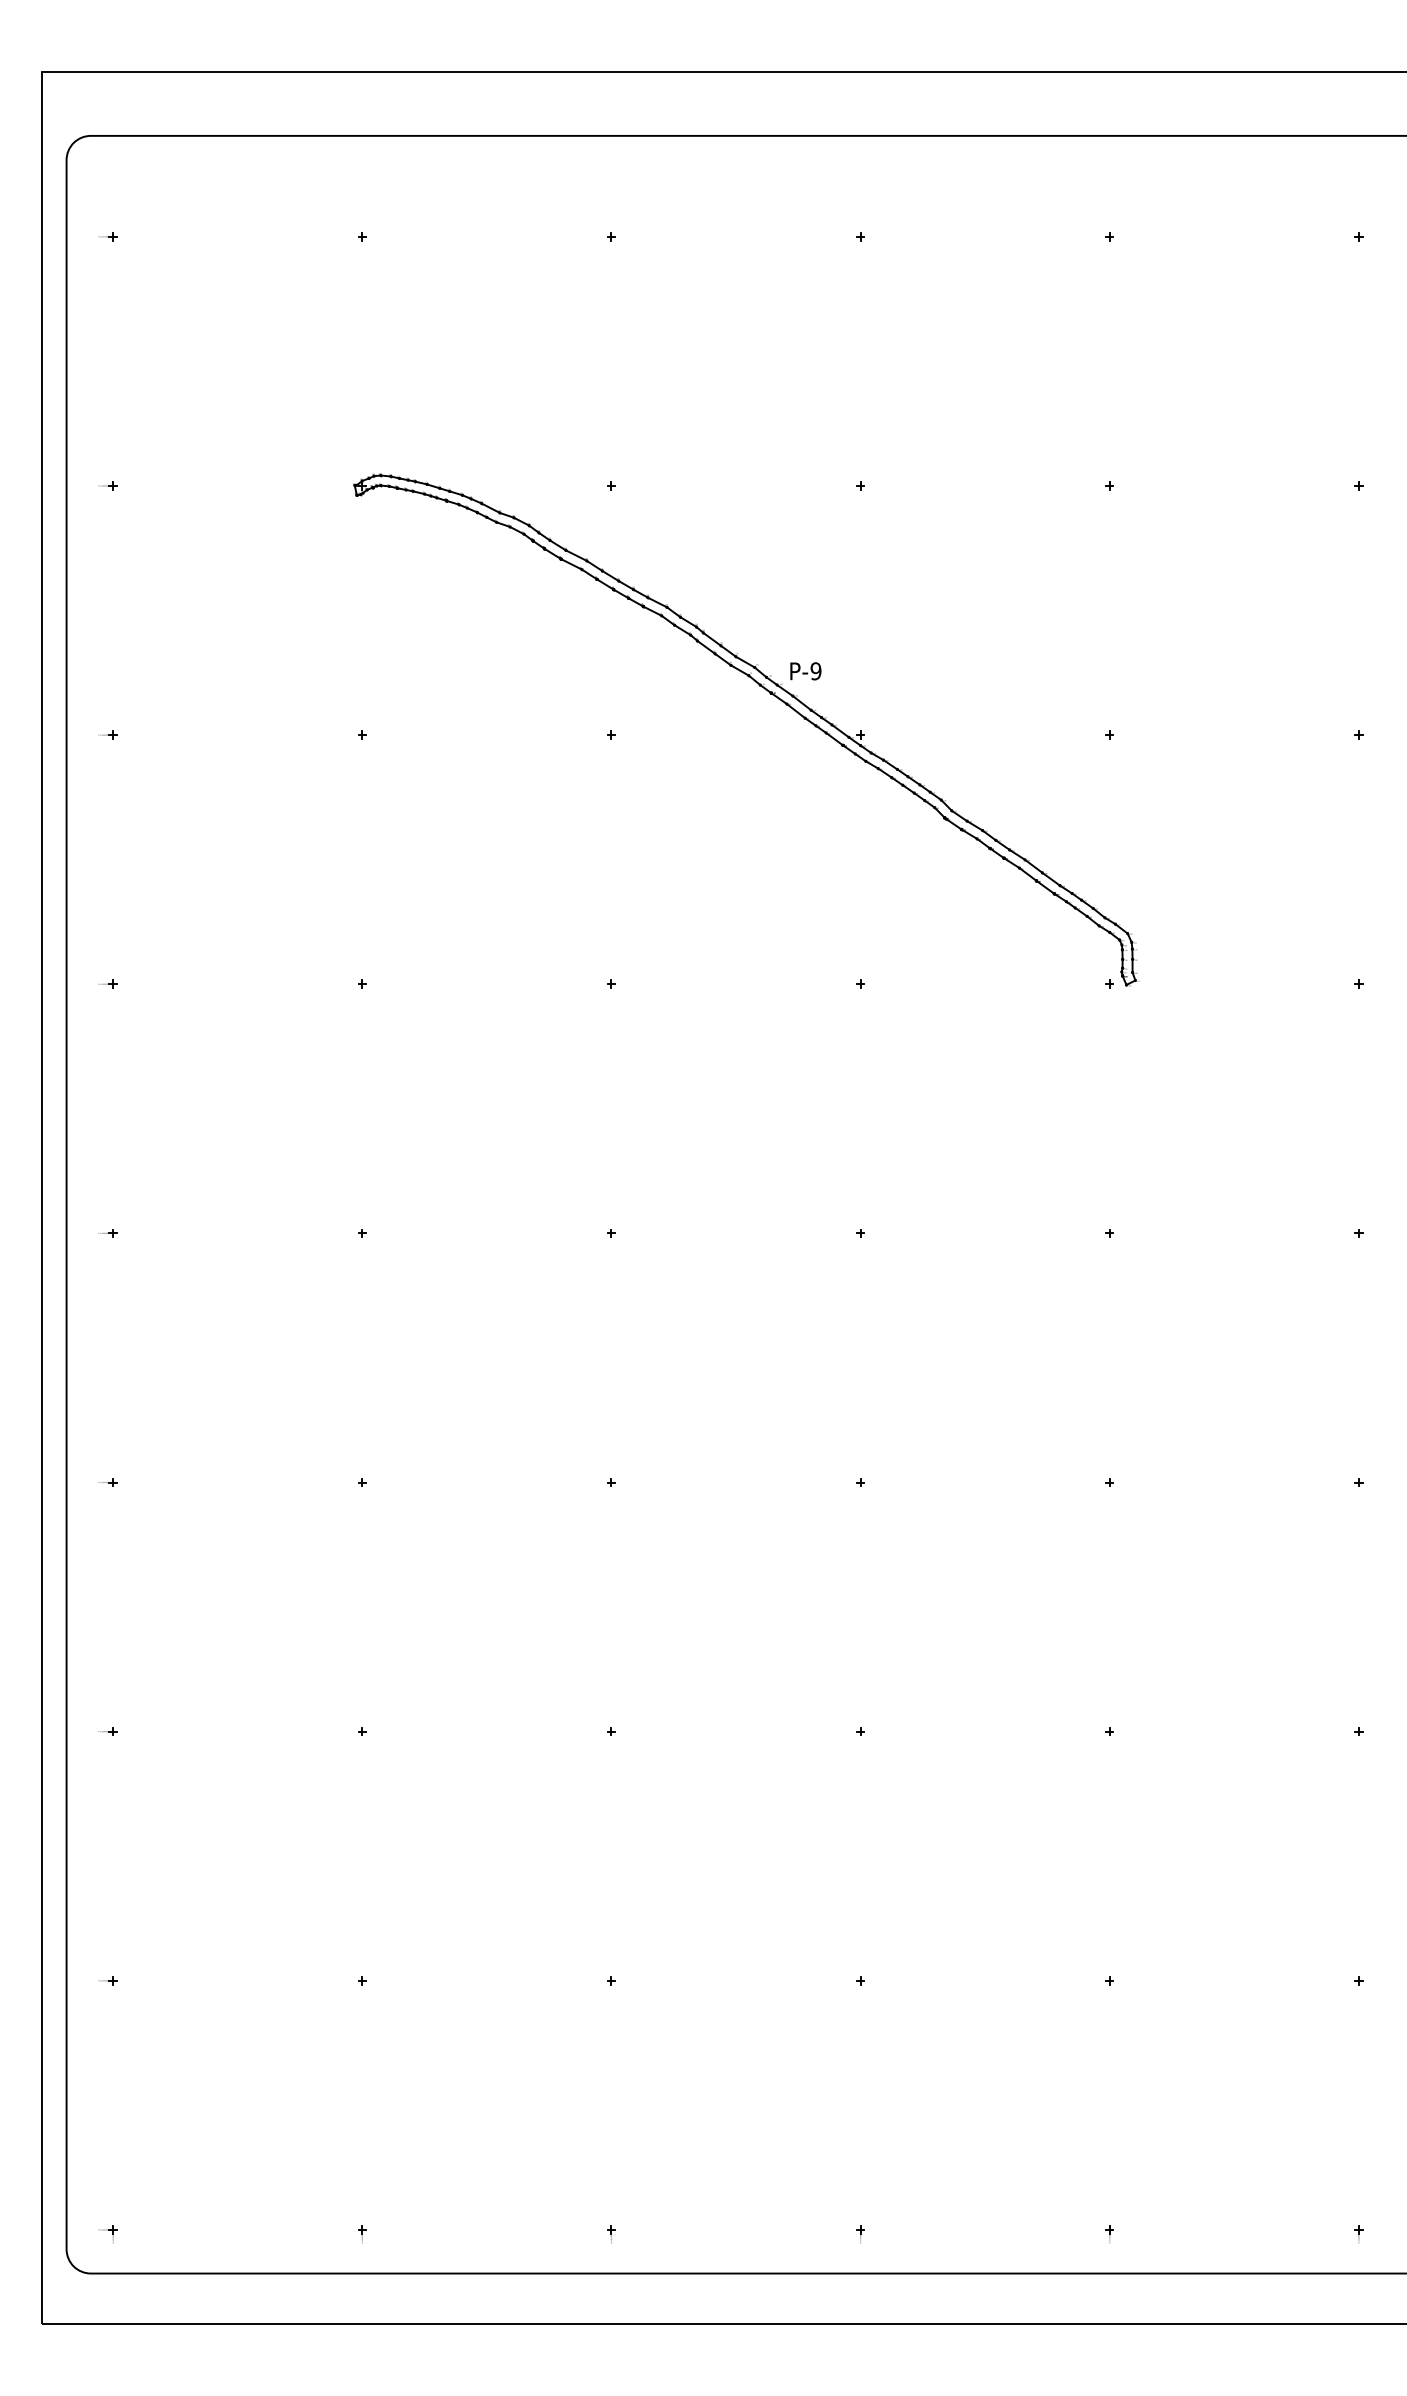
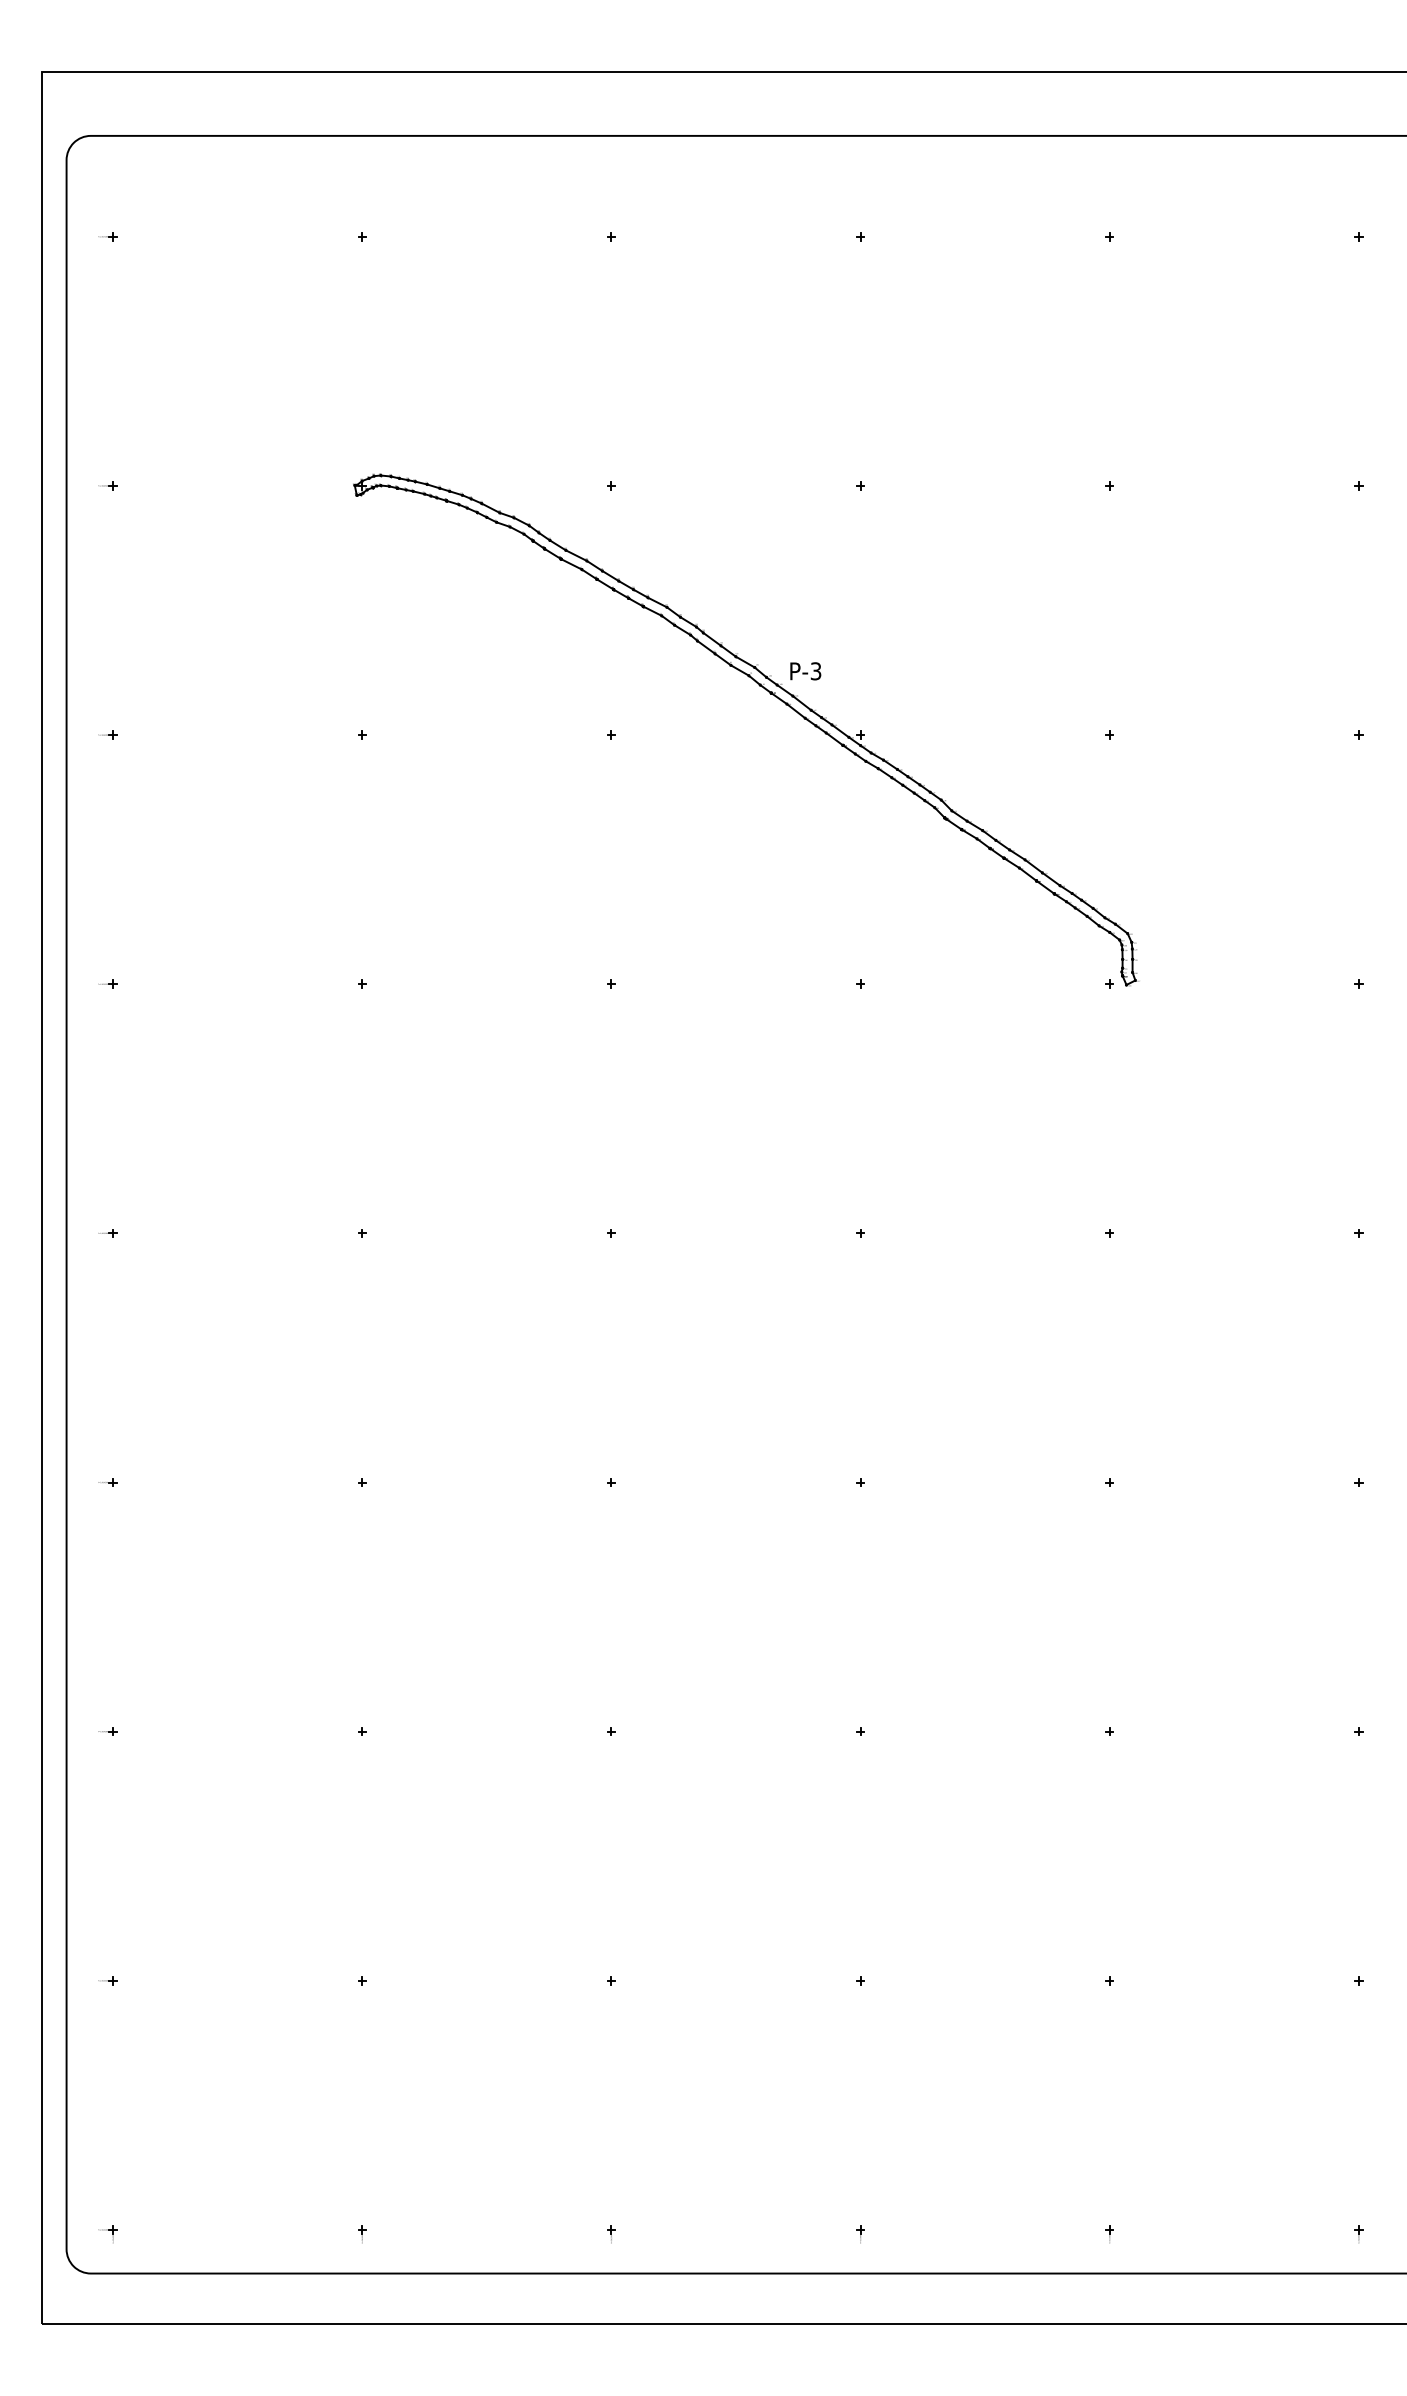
text at (815, 671): P-9 -> P-3
